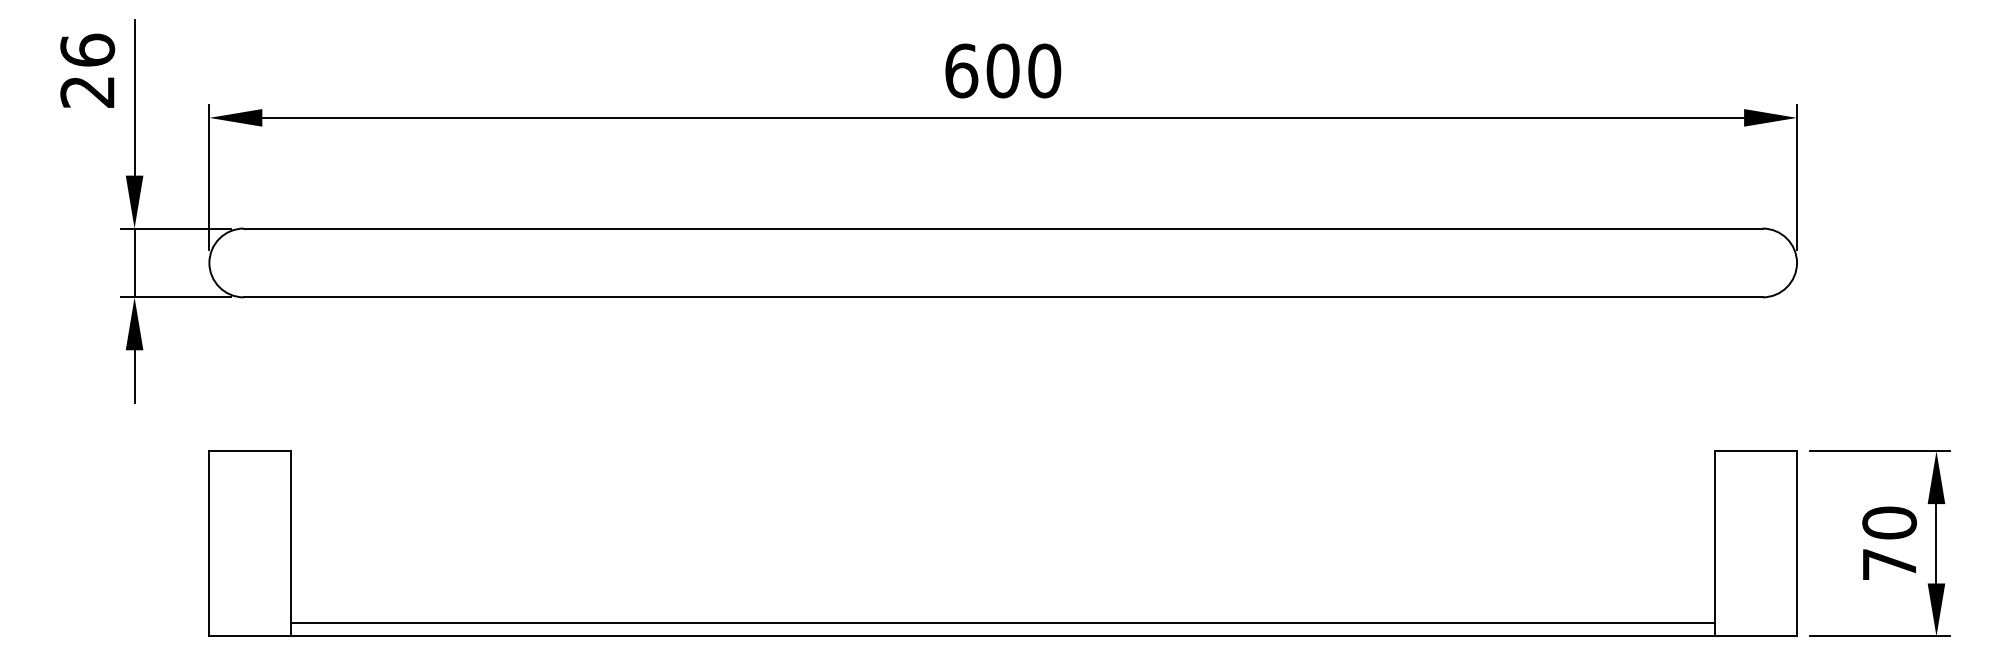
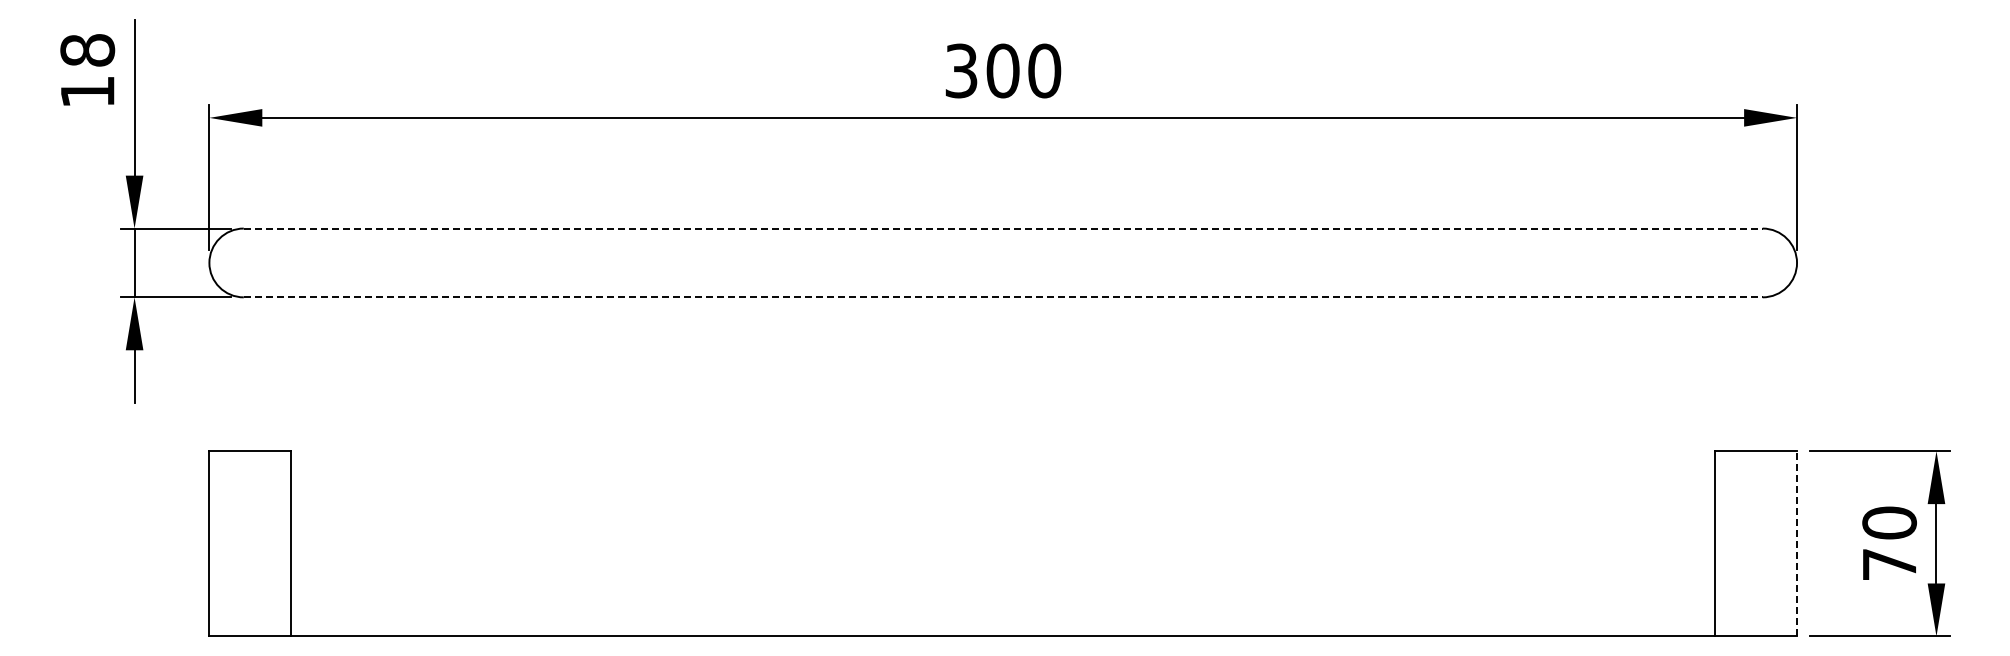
text at (87, 70): 26 -> 18
text at (961, 70): 600 -> 300
line at (1003, 228): solid -> dashed
line at (1003, 297): solid -> dashed
line at (1797, 543): solid -> dashed
line at (1003, 623): present -> none
